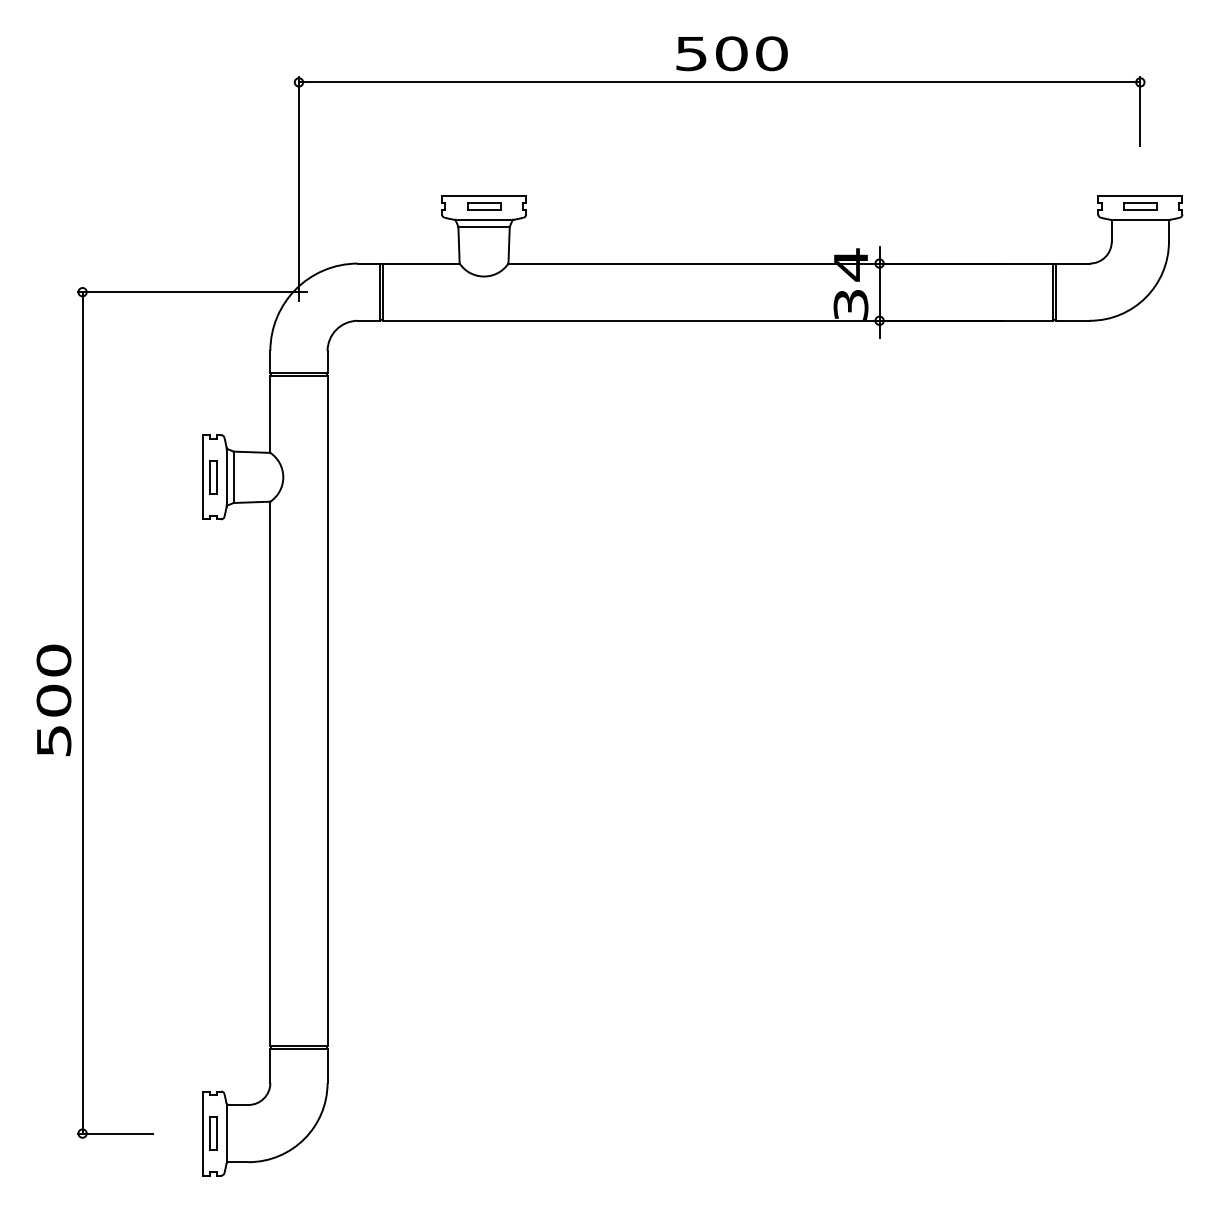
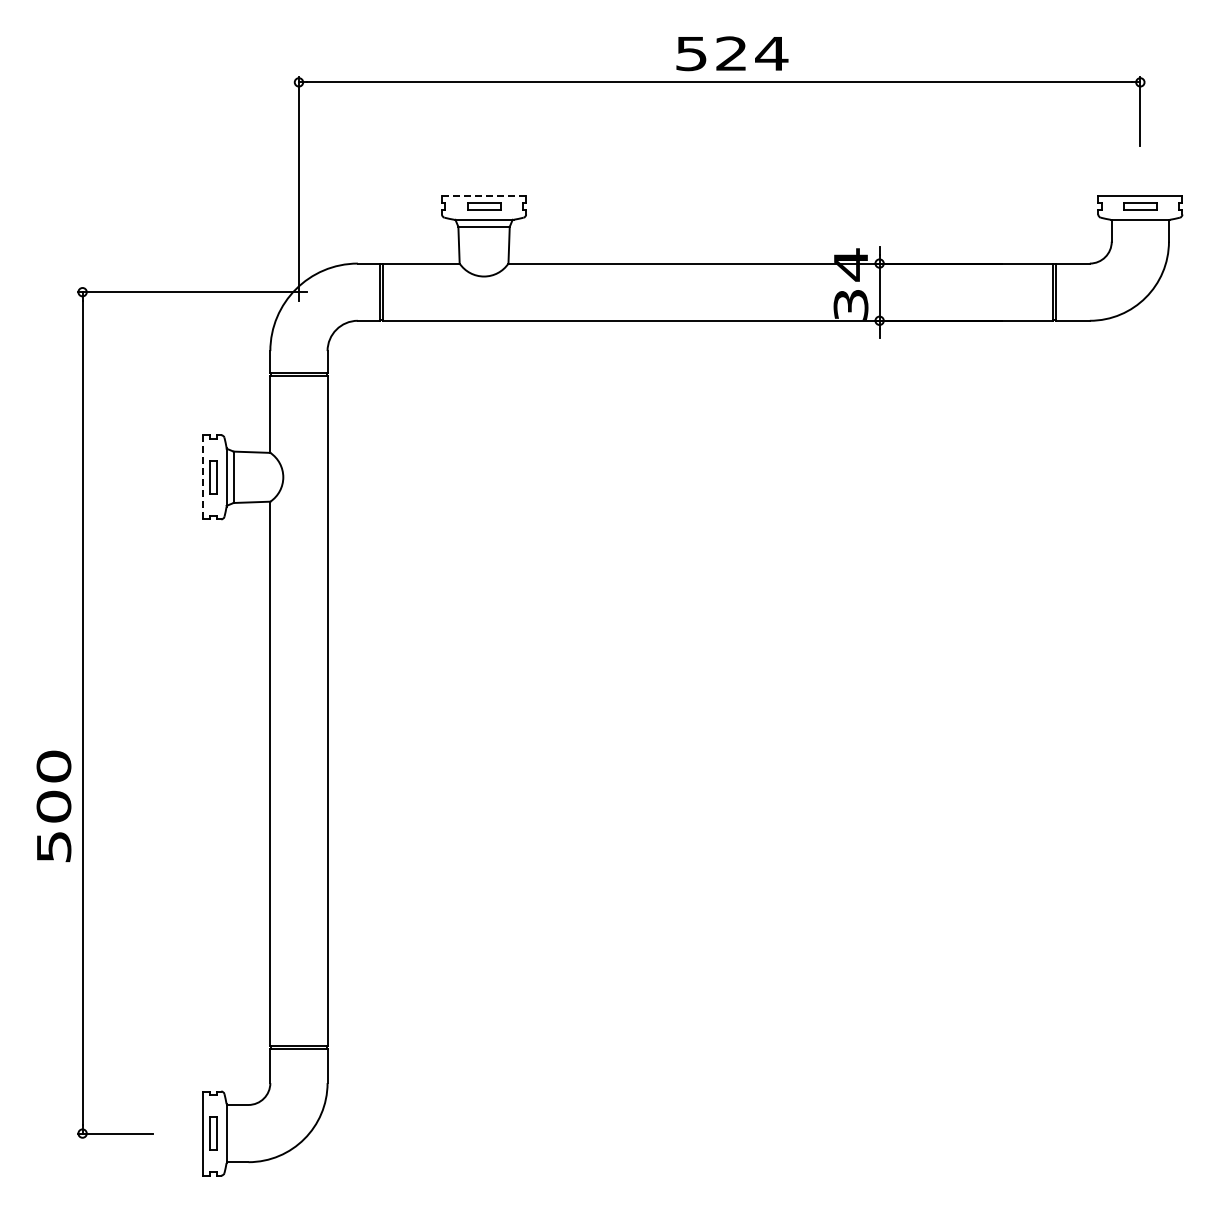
text at (752, 53): 500 -> 524
line at (484, 196): solid -> dashed
line at (203, 476): solid -> dashed
text at (53, 699) position: (53, 699) -> (53, 805)
